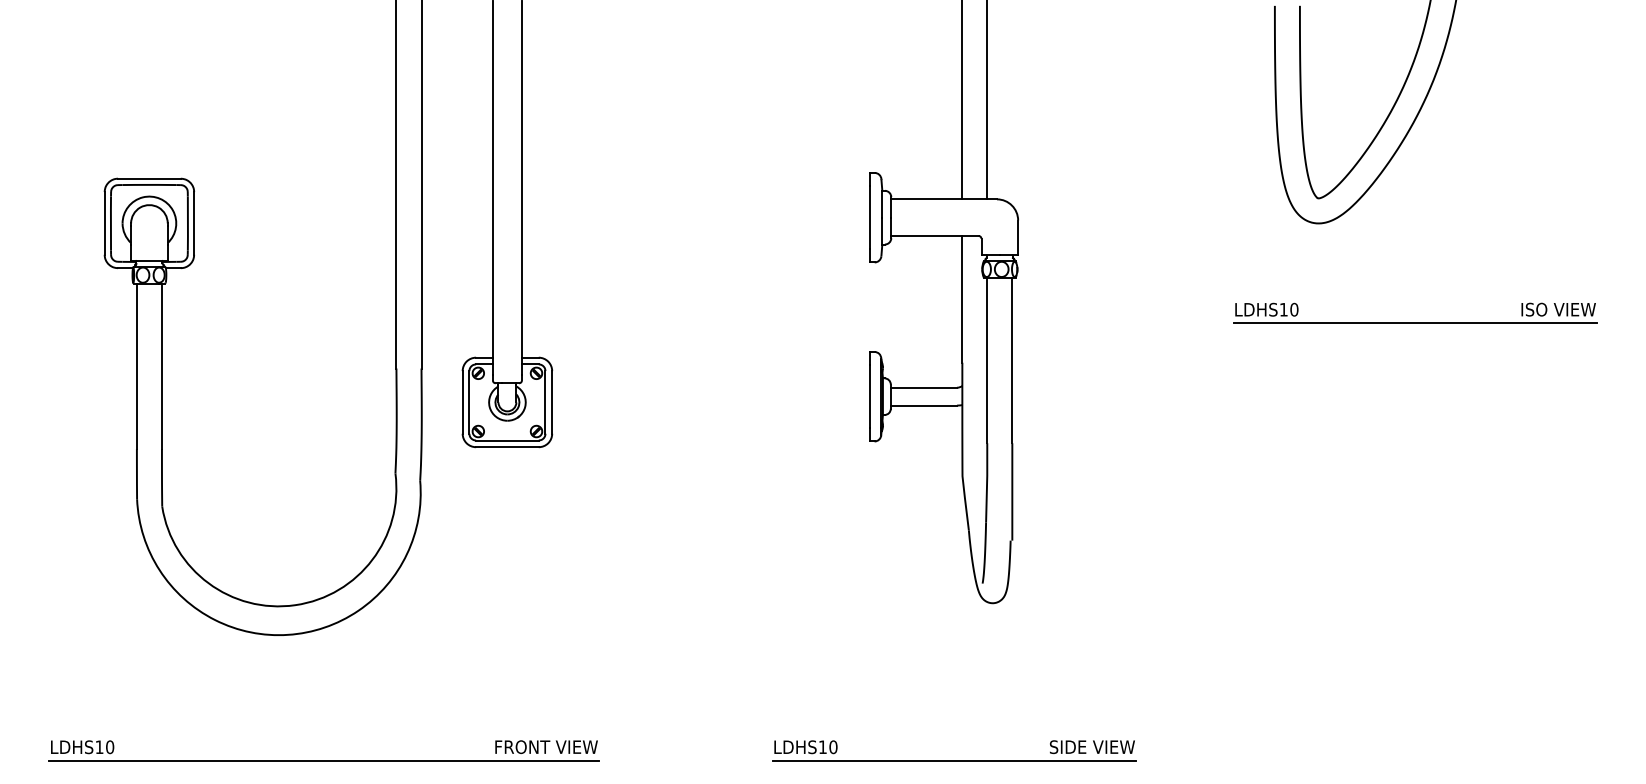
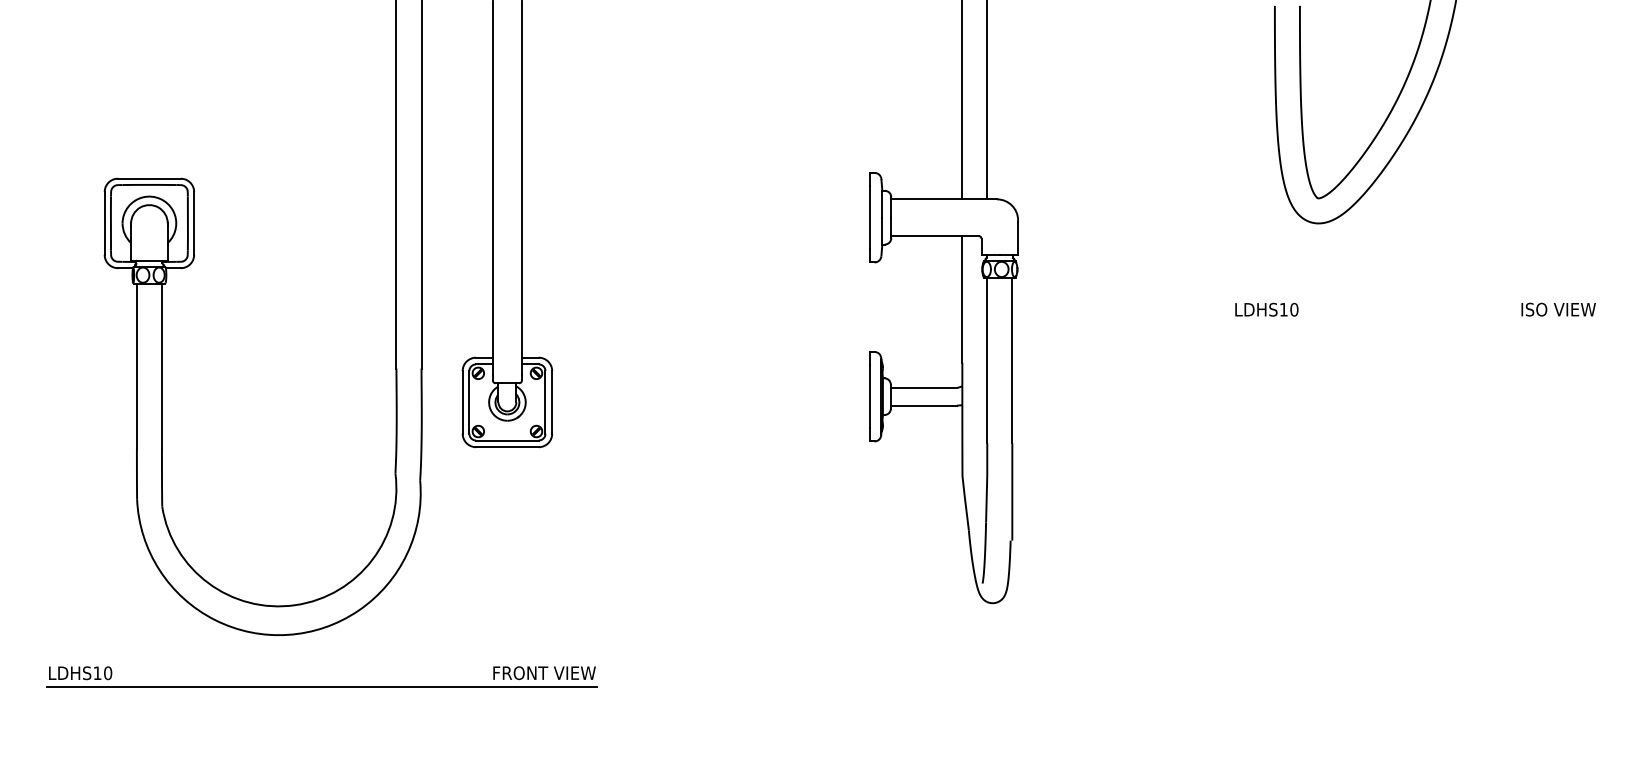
line at (1414, 323): present -> none
part at (323, 760) position: (323, 760) -> (321, 686)
part at (954, 760): present -> none
